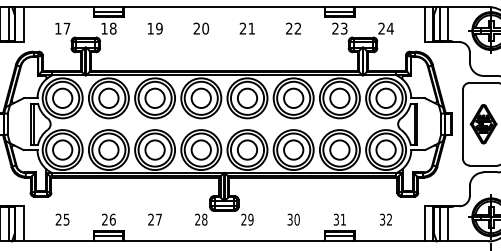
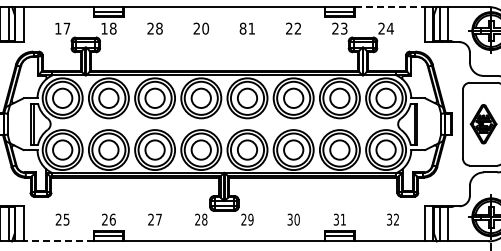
line at (390, 6): solid -> dashed
text at (154, 28): 19 -> 28
text at (242, 28): 21 -> 81
text at (385, 219) position: (385, 219) -> (392, 219)
line at (58, 241): solid -> dashed
